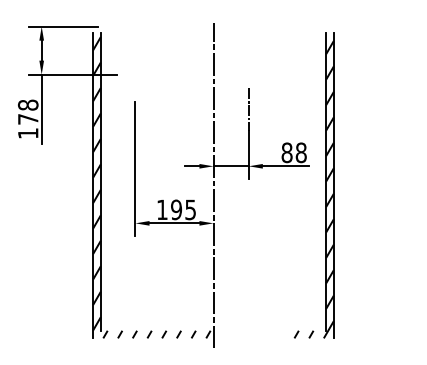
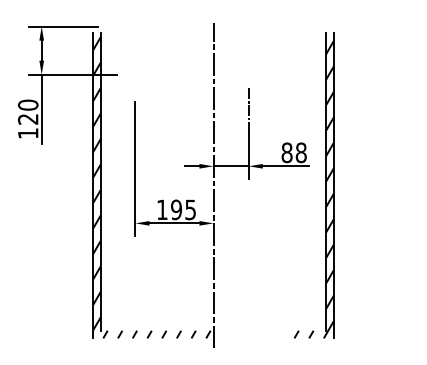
text at (28, 111): 178 -> 120
